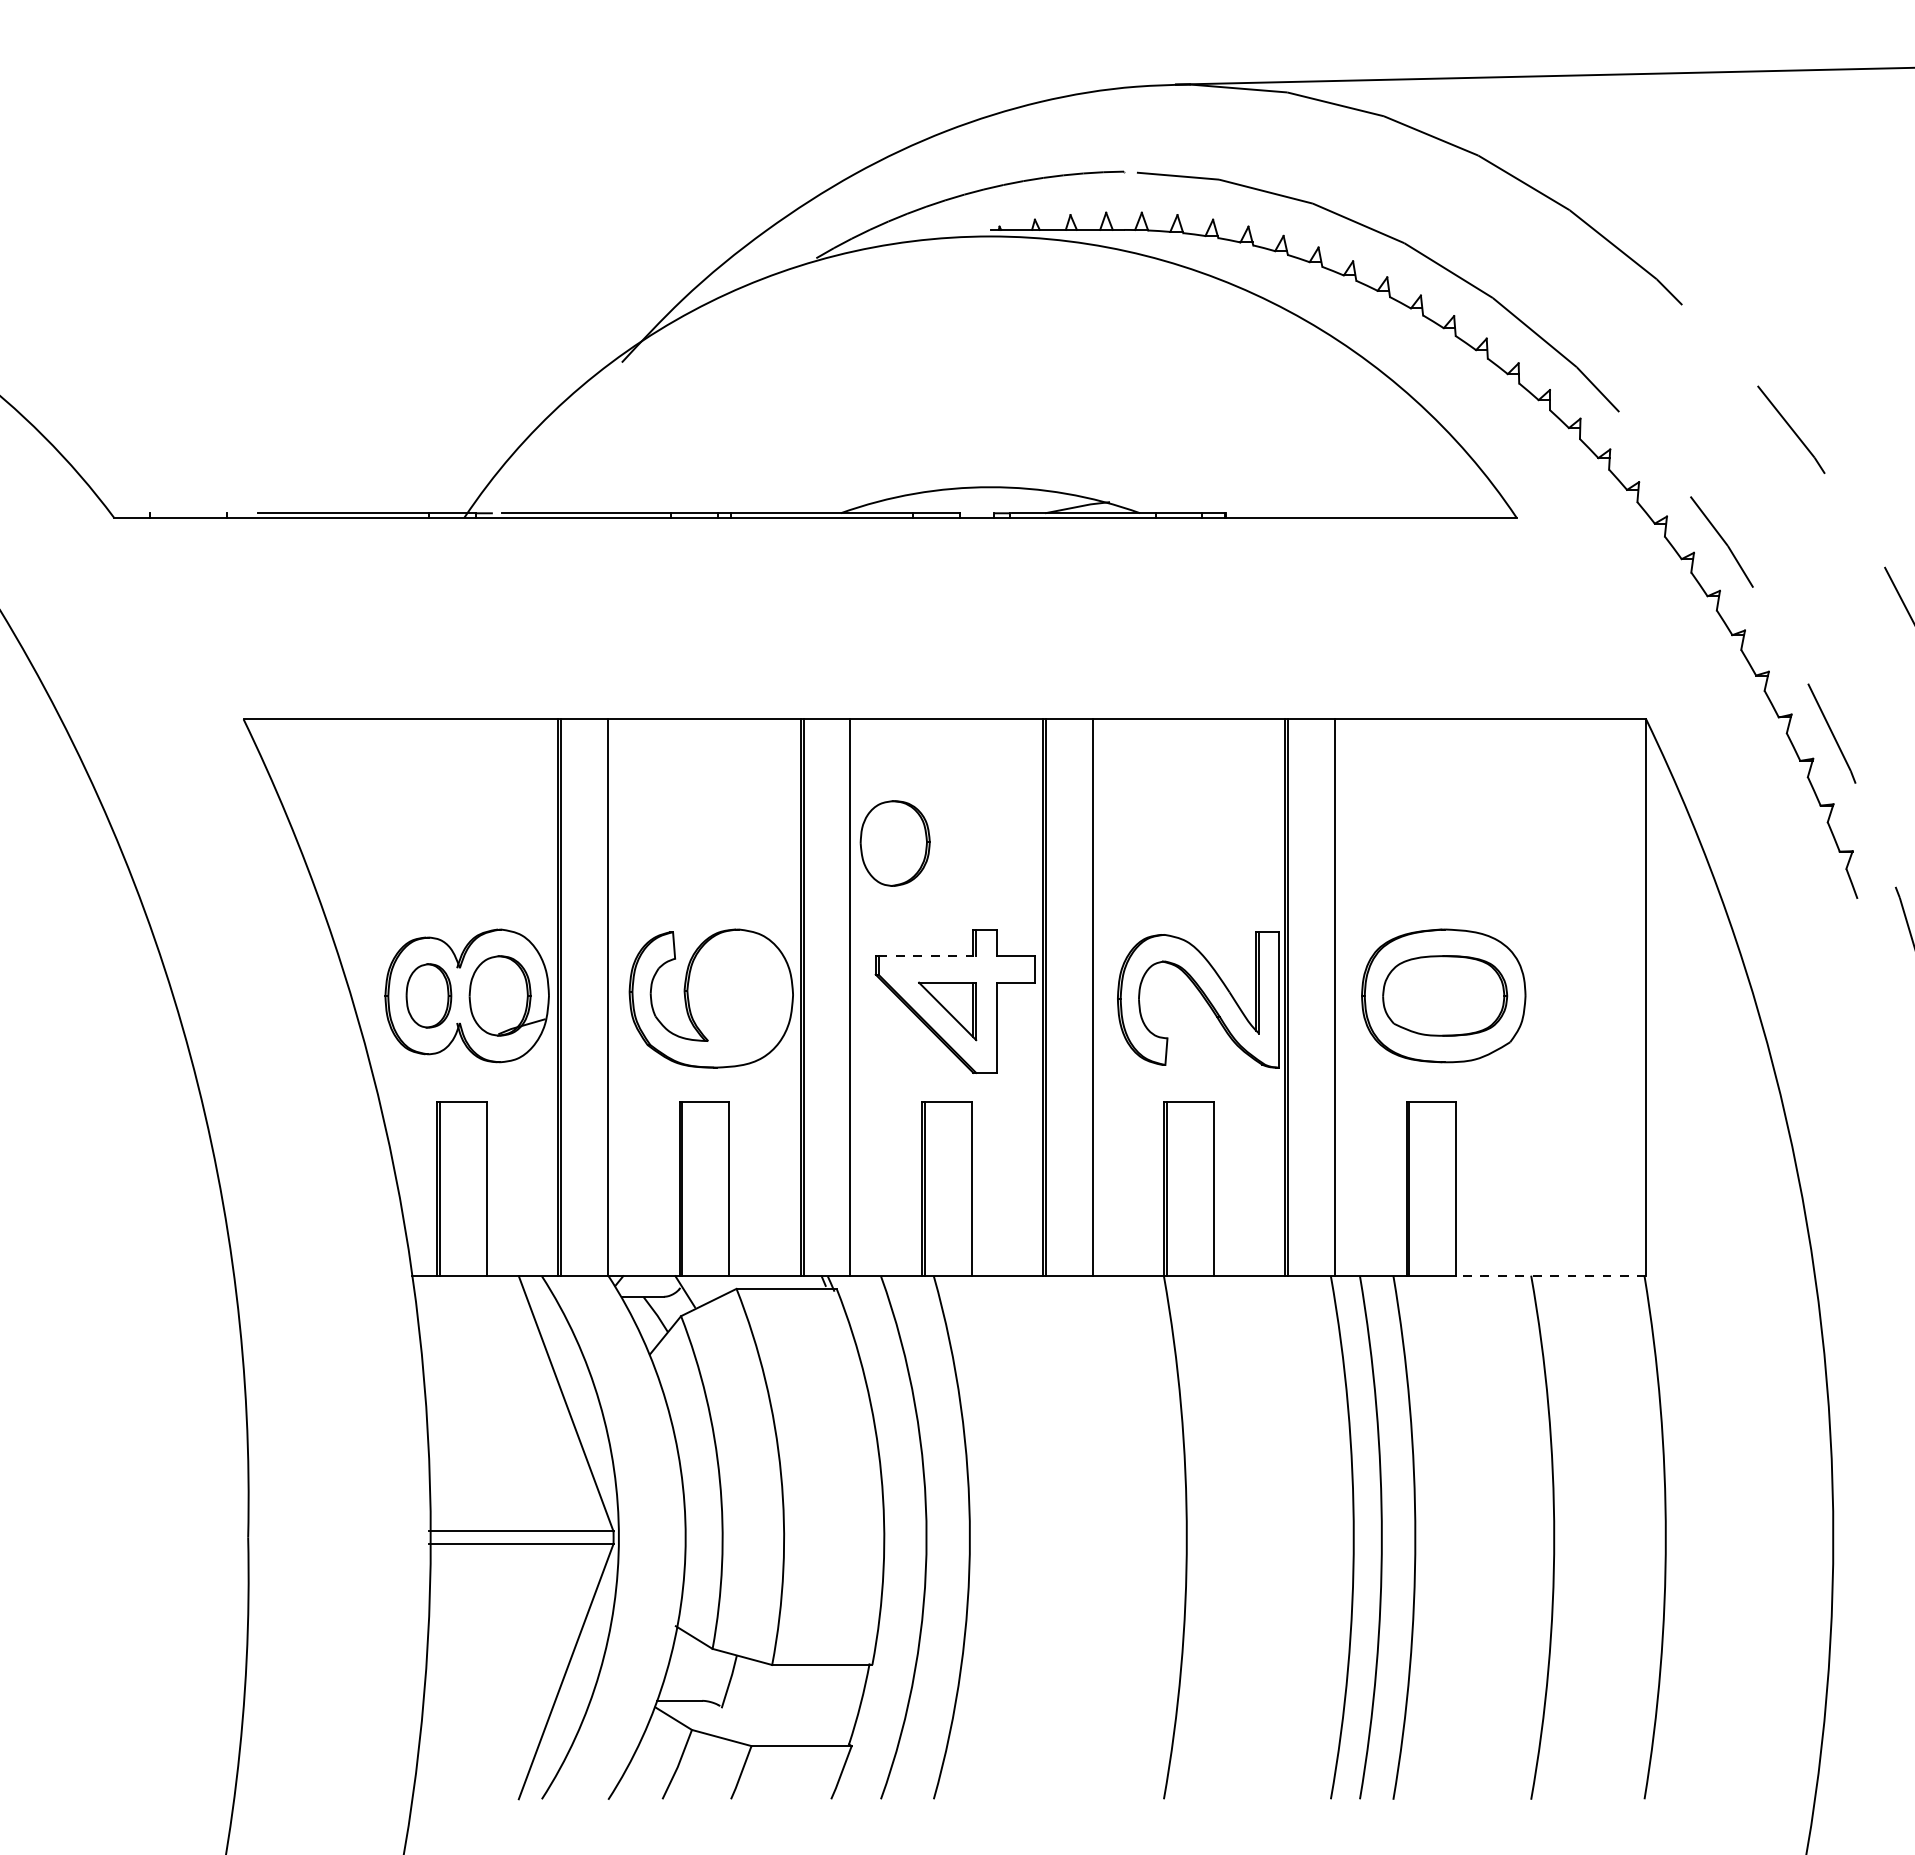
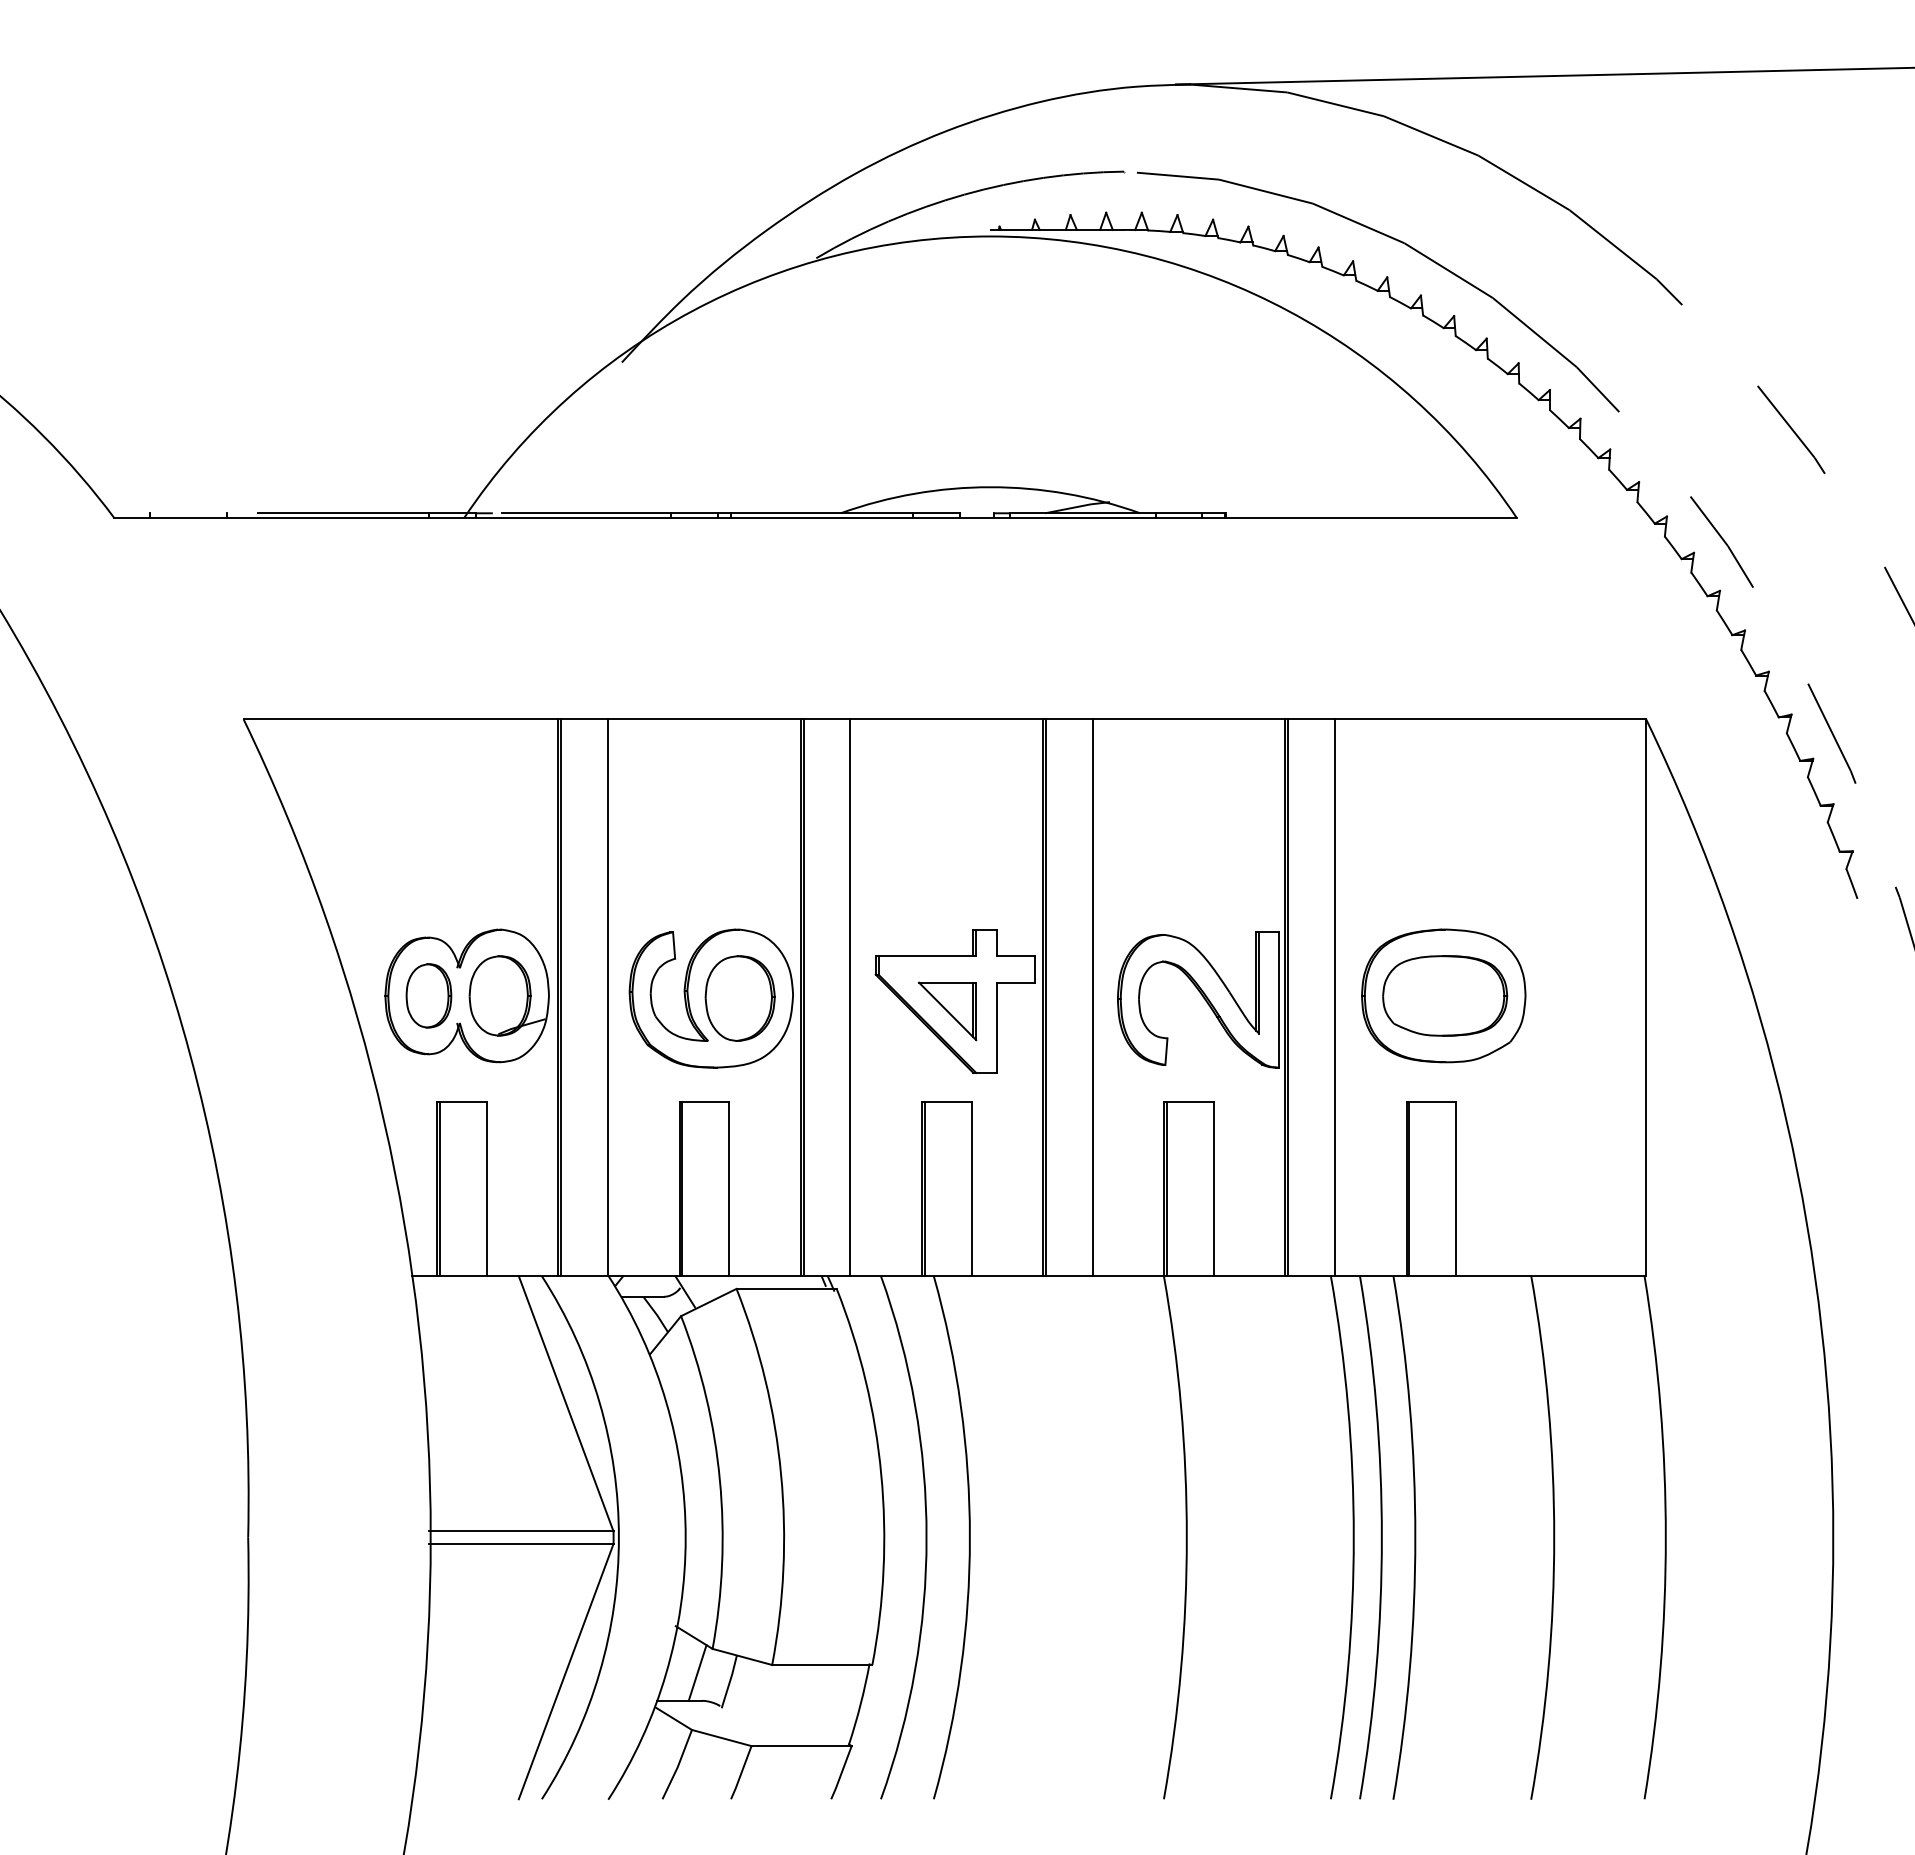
part at (894, 843) position: (894, 843) -> (739, 998)
line at (927, 956): dashed -> solid
line at (1550, 1276): dashed -> solid
line at (697, 1672): none -> present
